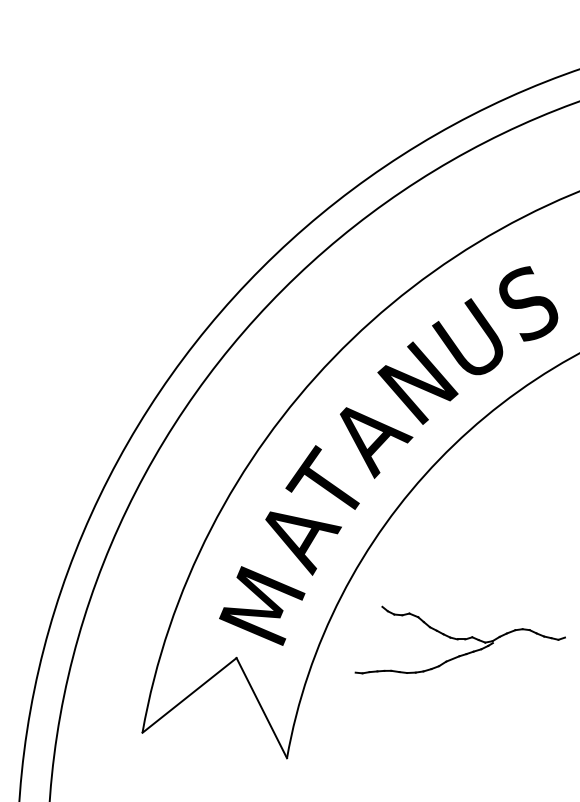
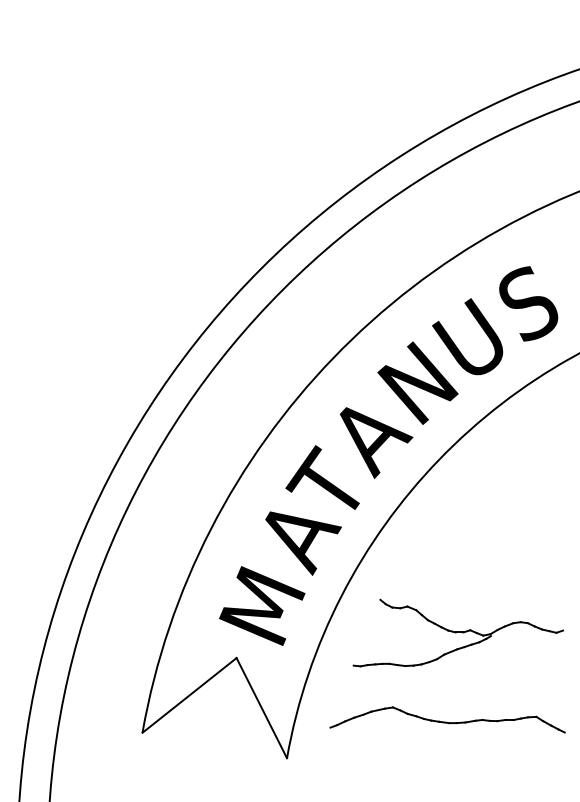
part at (459, 639) position: (459, 639) -> (457, 632)
part at (447, 719): none -> present
